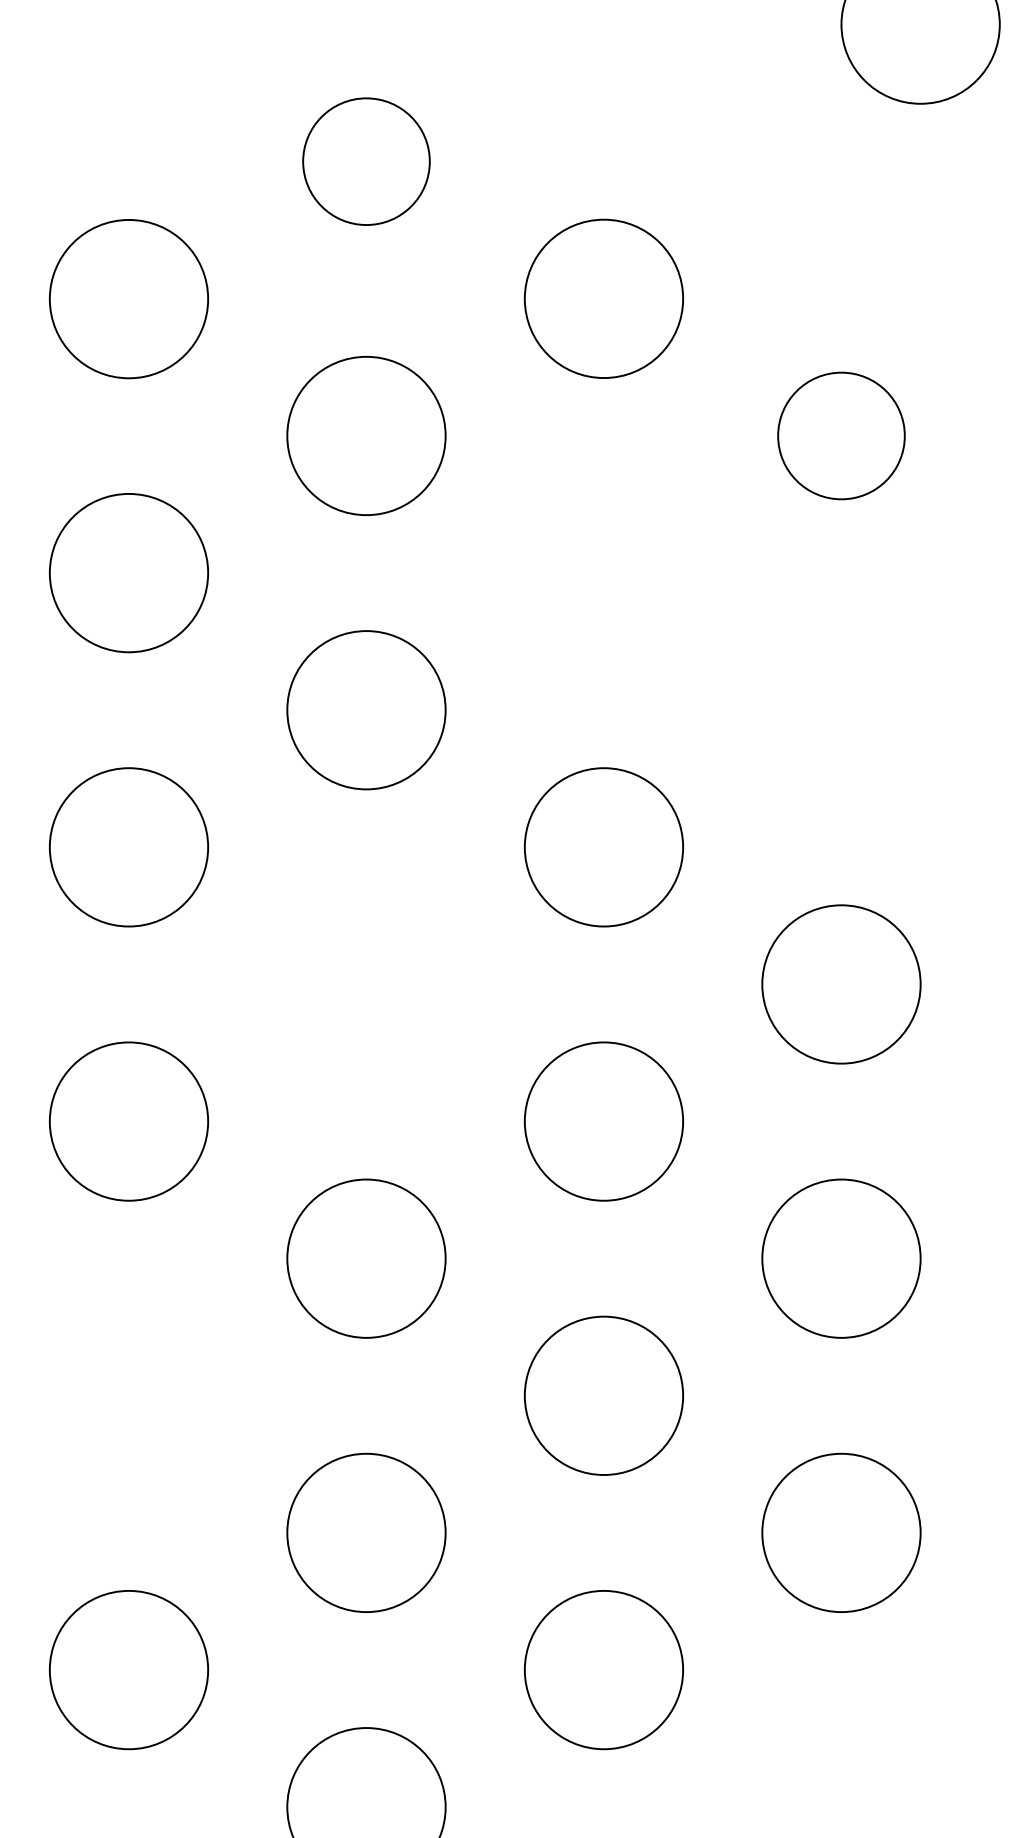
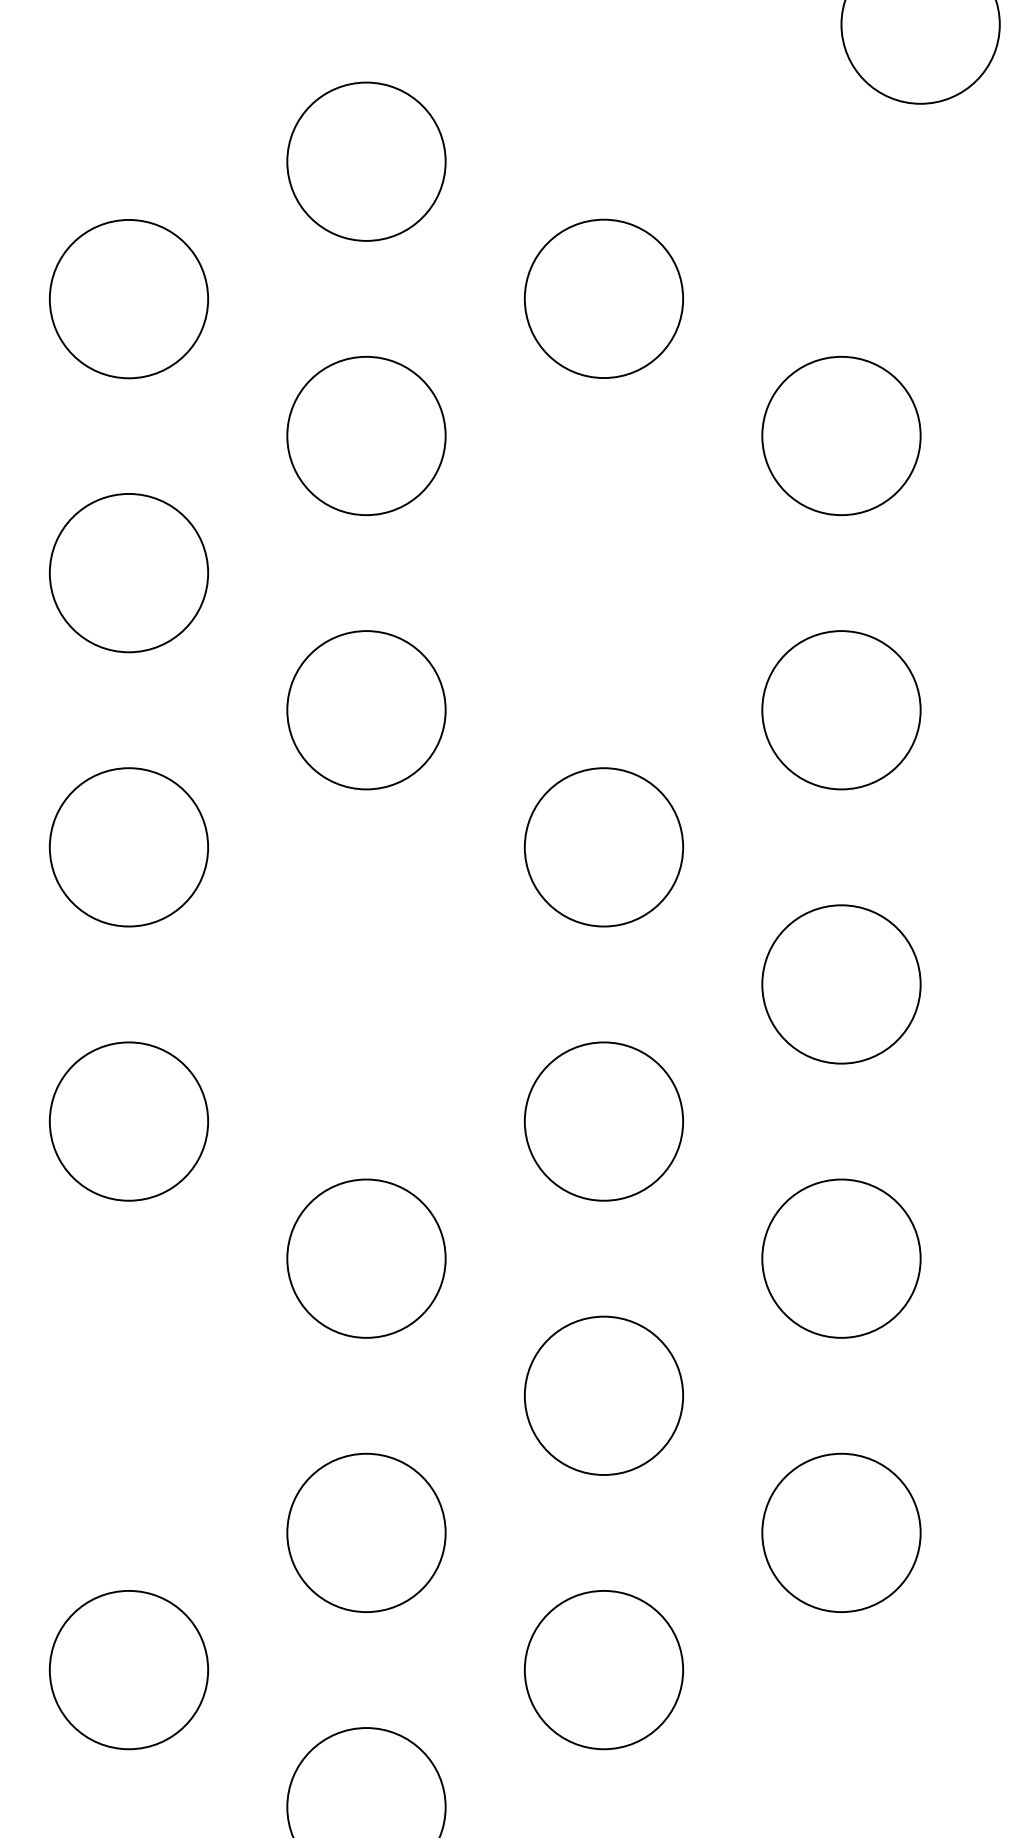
circle at (366, 161) size: 129x129 px -> 161x161 px
circle at (841, 435) diameter: 127 px -> 158 px
circle at (841, 710): none -> present
